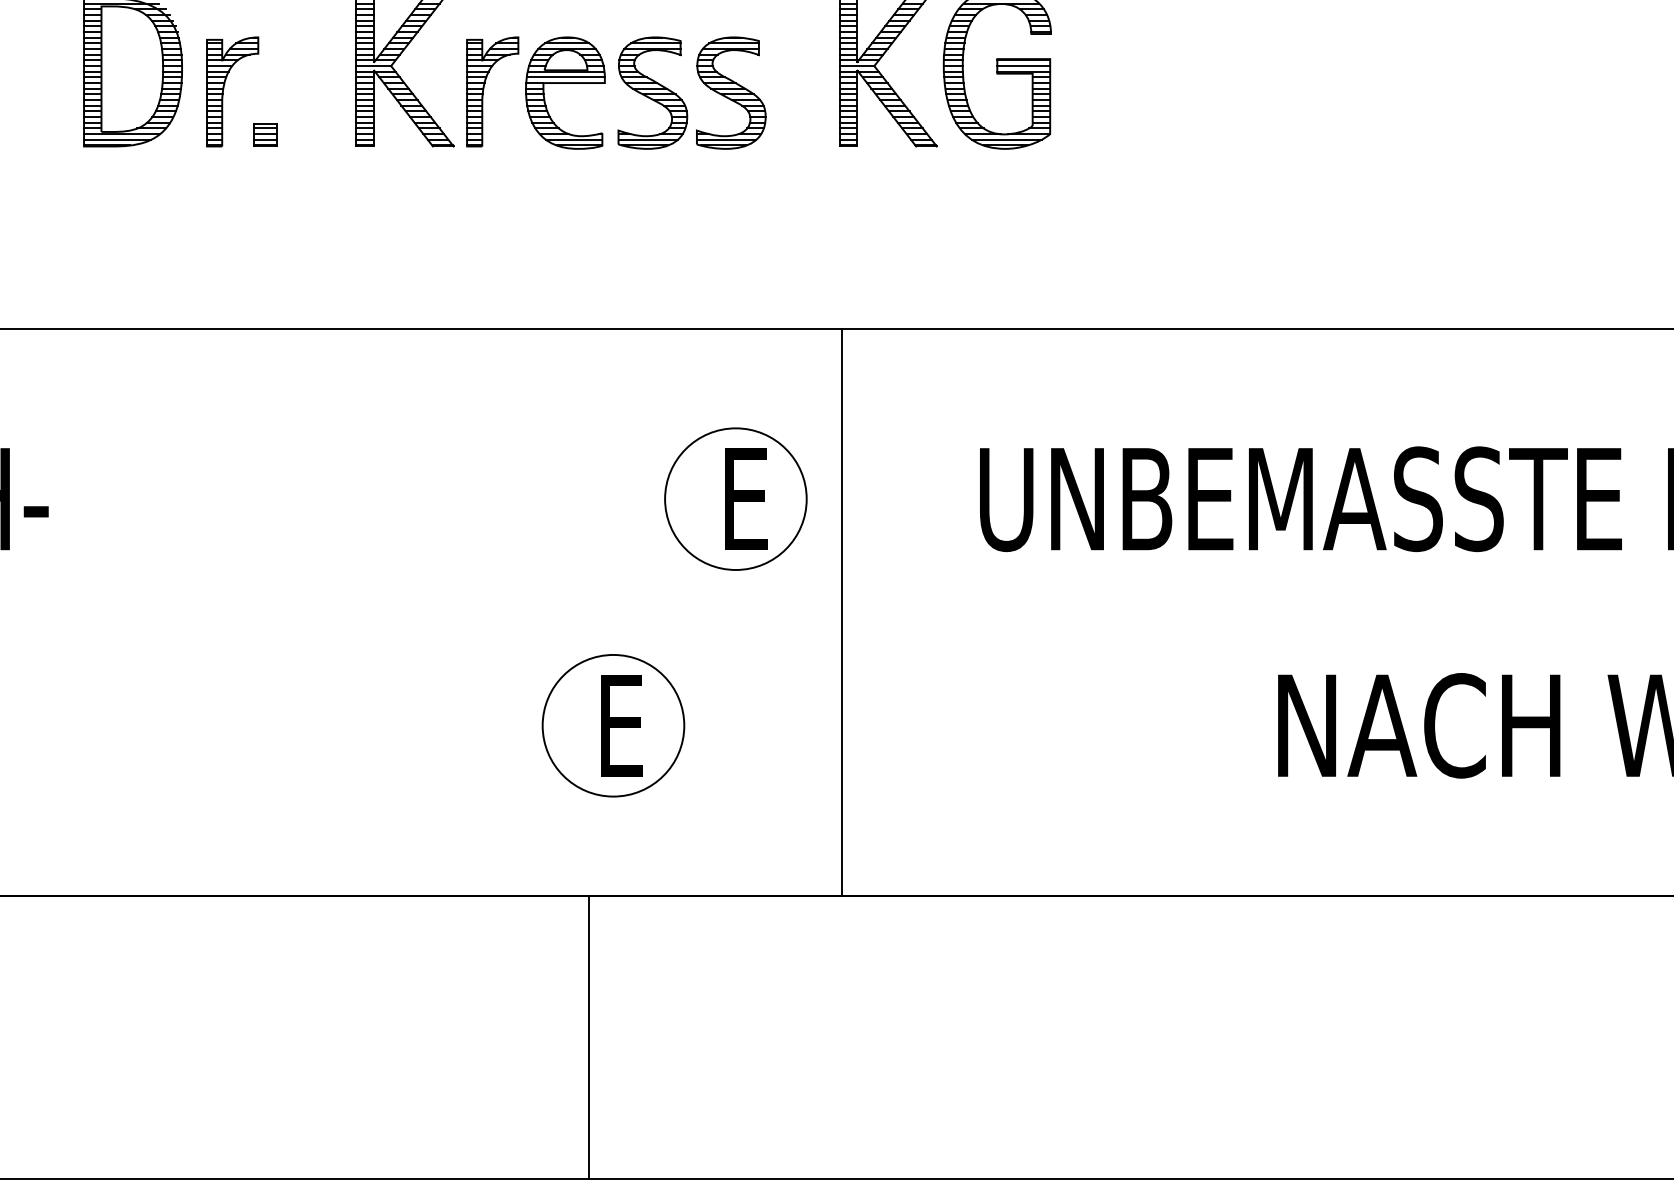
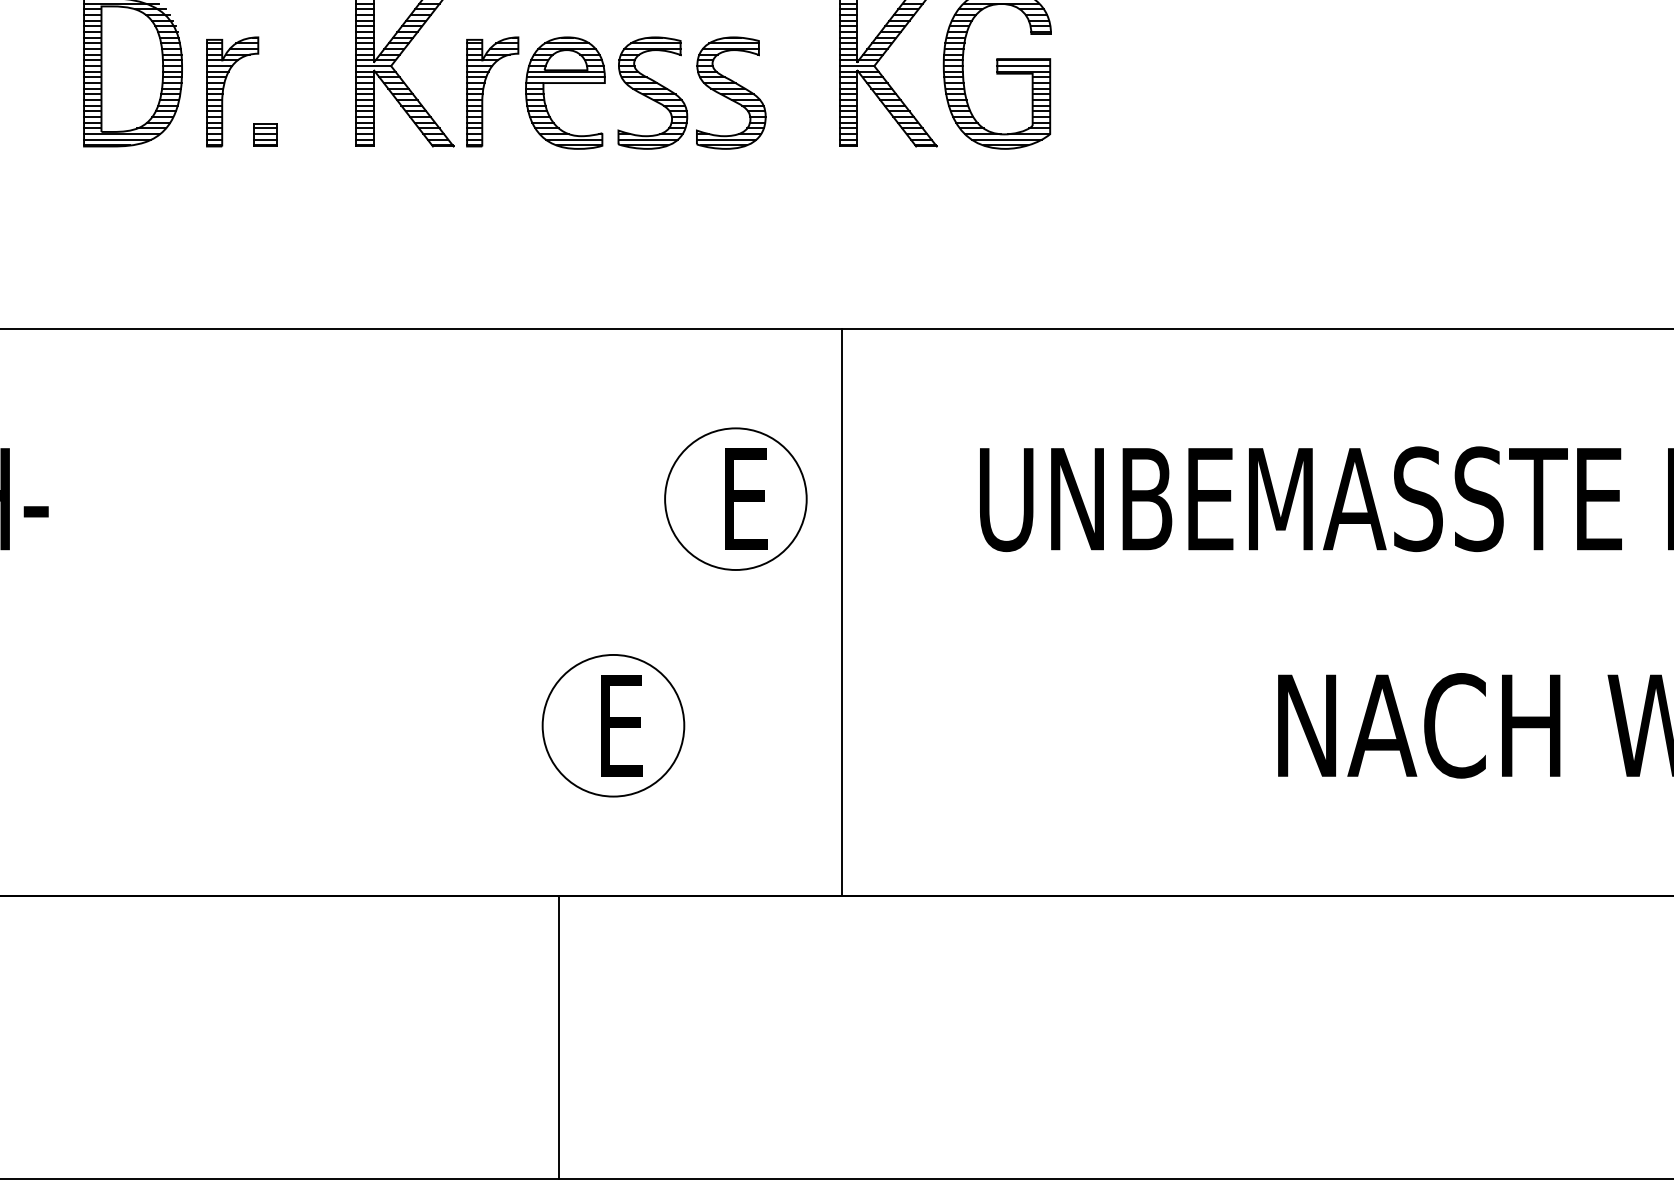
line at (588, 1036) position: (588, 1036) -> (558, 1036)
